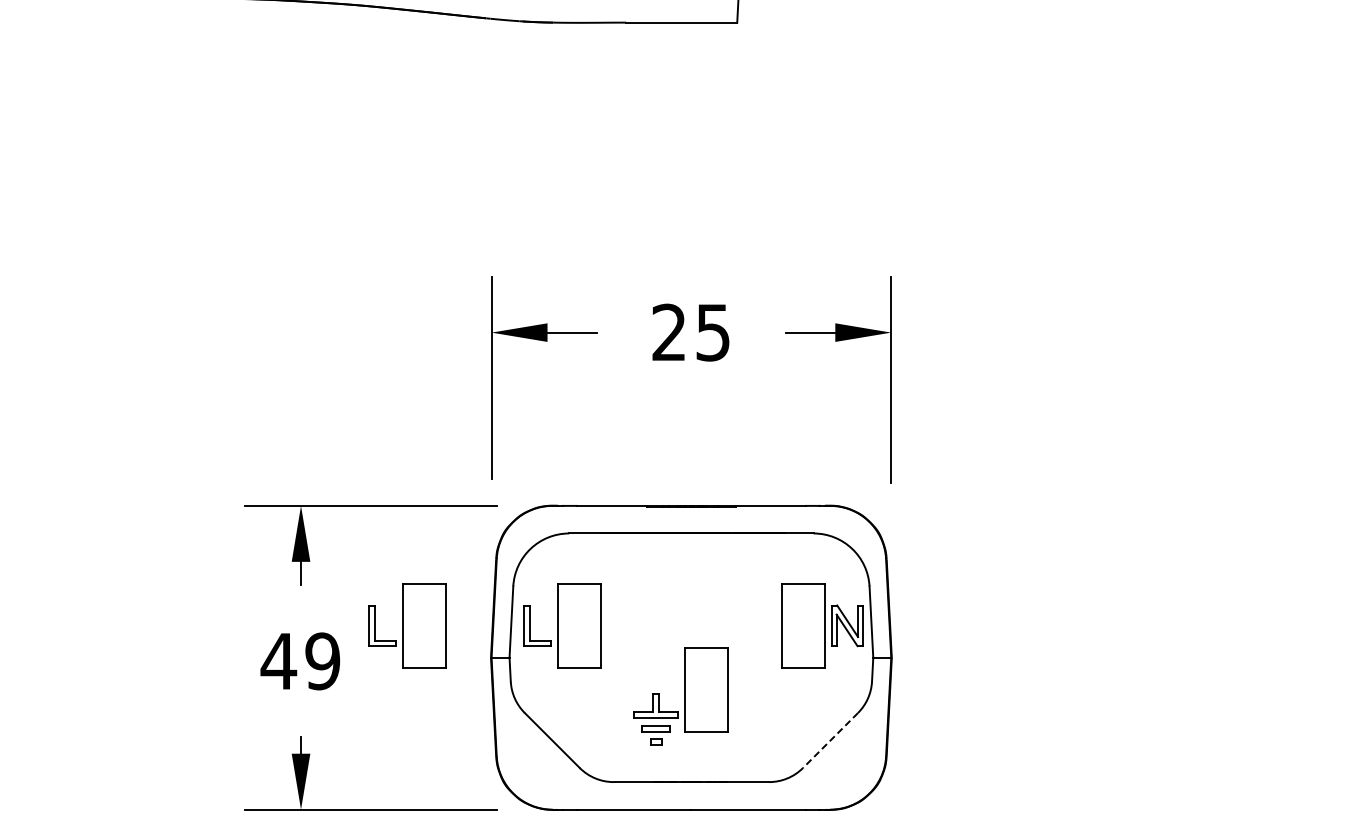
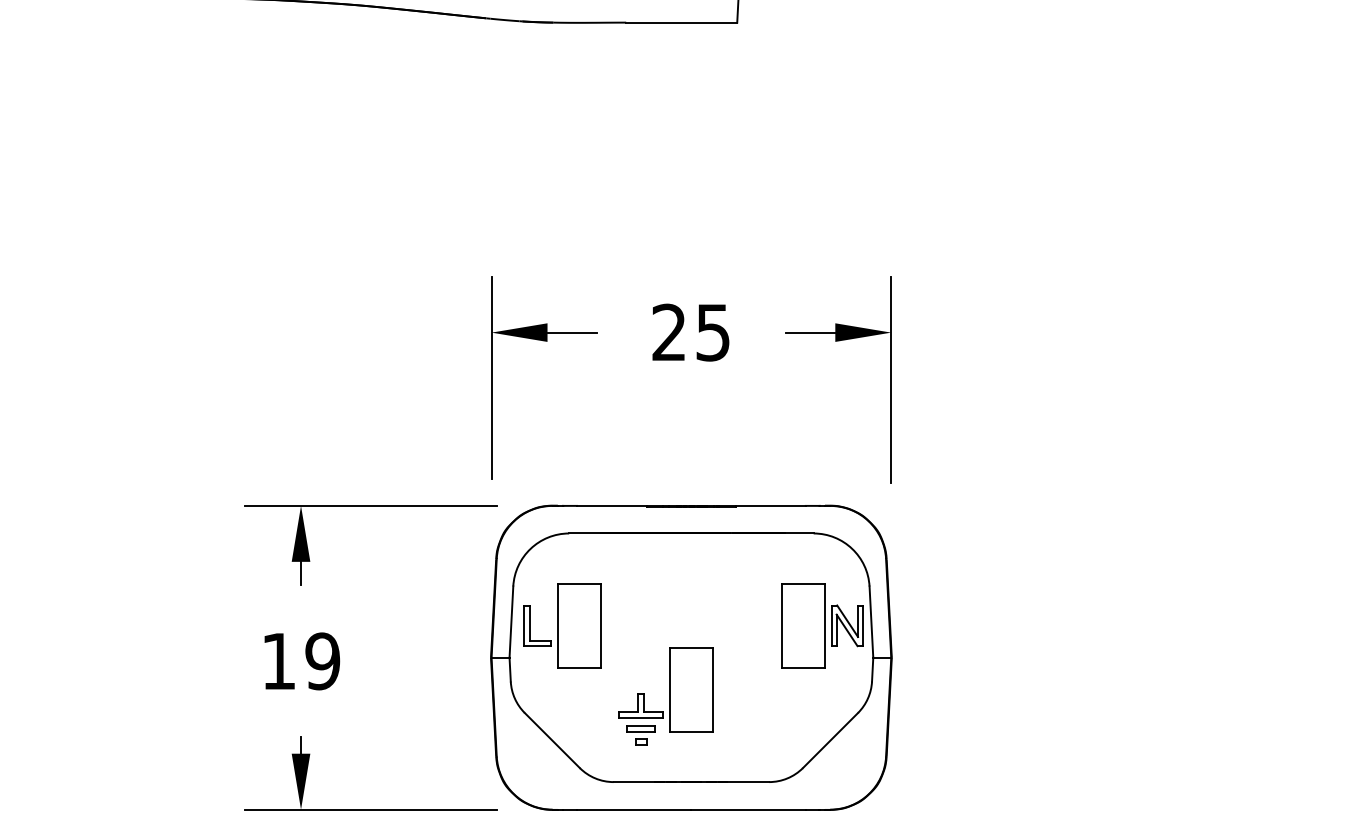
part at (407, 625): present -> none
text at (278, 661): 49 -> 19
part at (680, 696) position: (680, 696) -> (665, 696)
line at (830, 740): dashed -> solid
